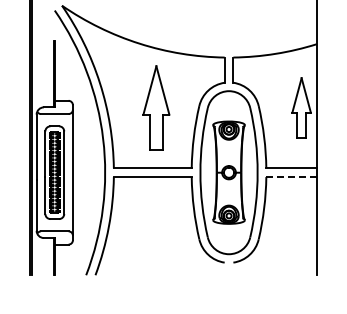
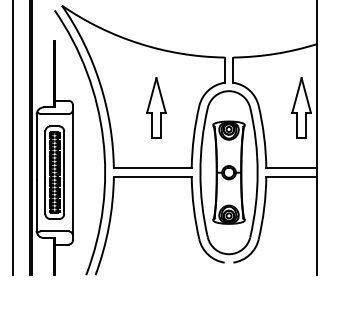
part at (156, 107) size: 29x86 px -> 21x62 px
line at (12, 138): none -> present
line at (291, 177): dashed -> solid
